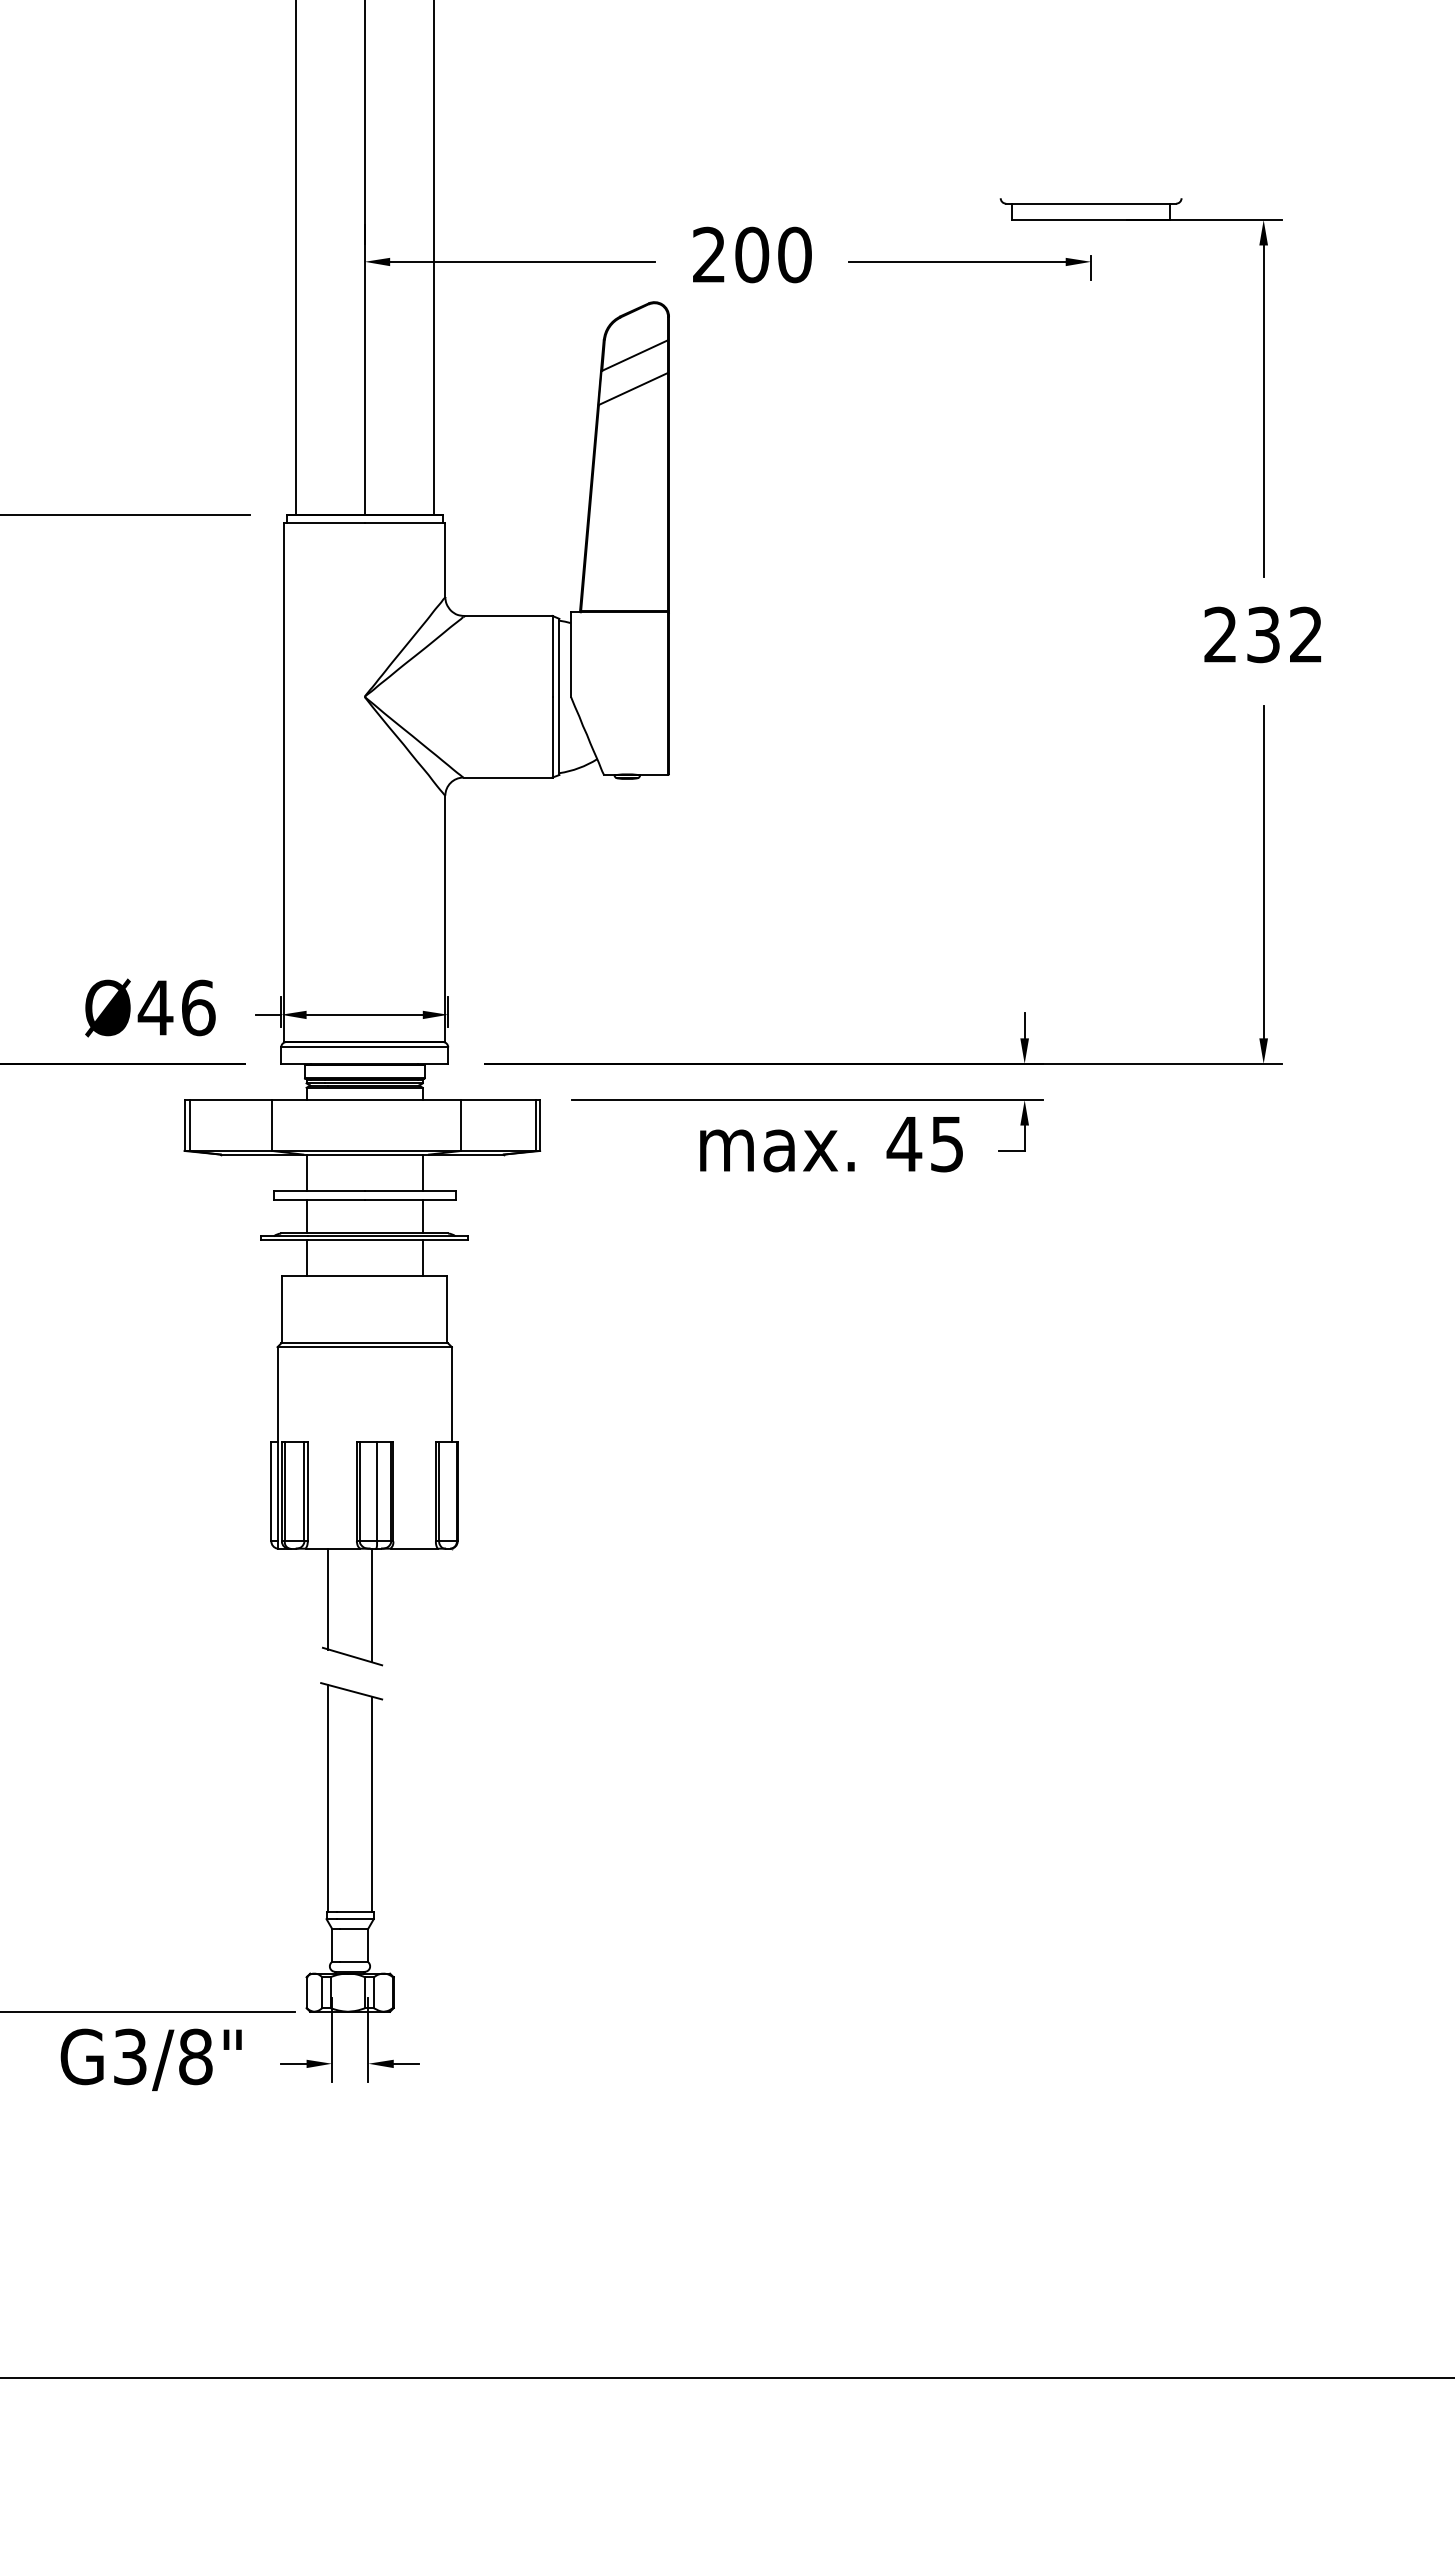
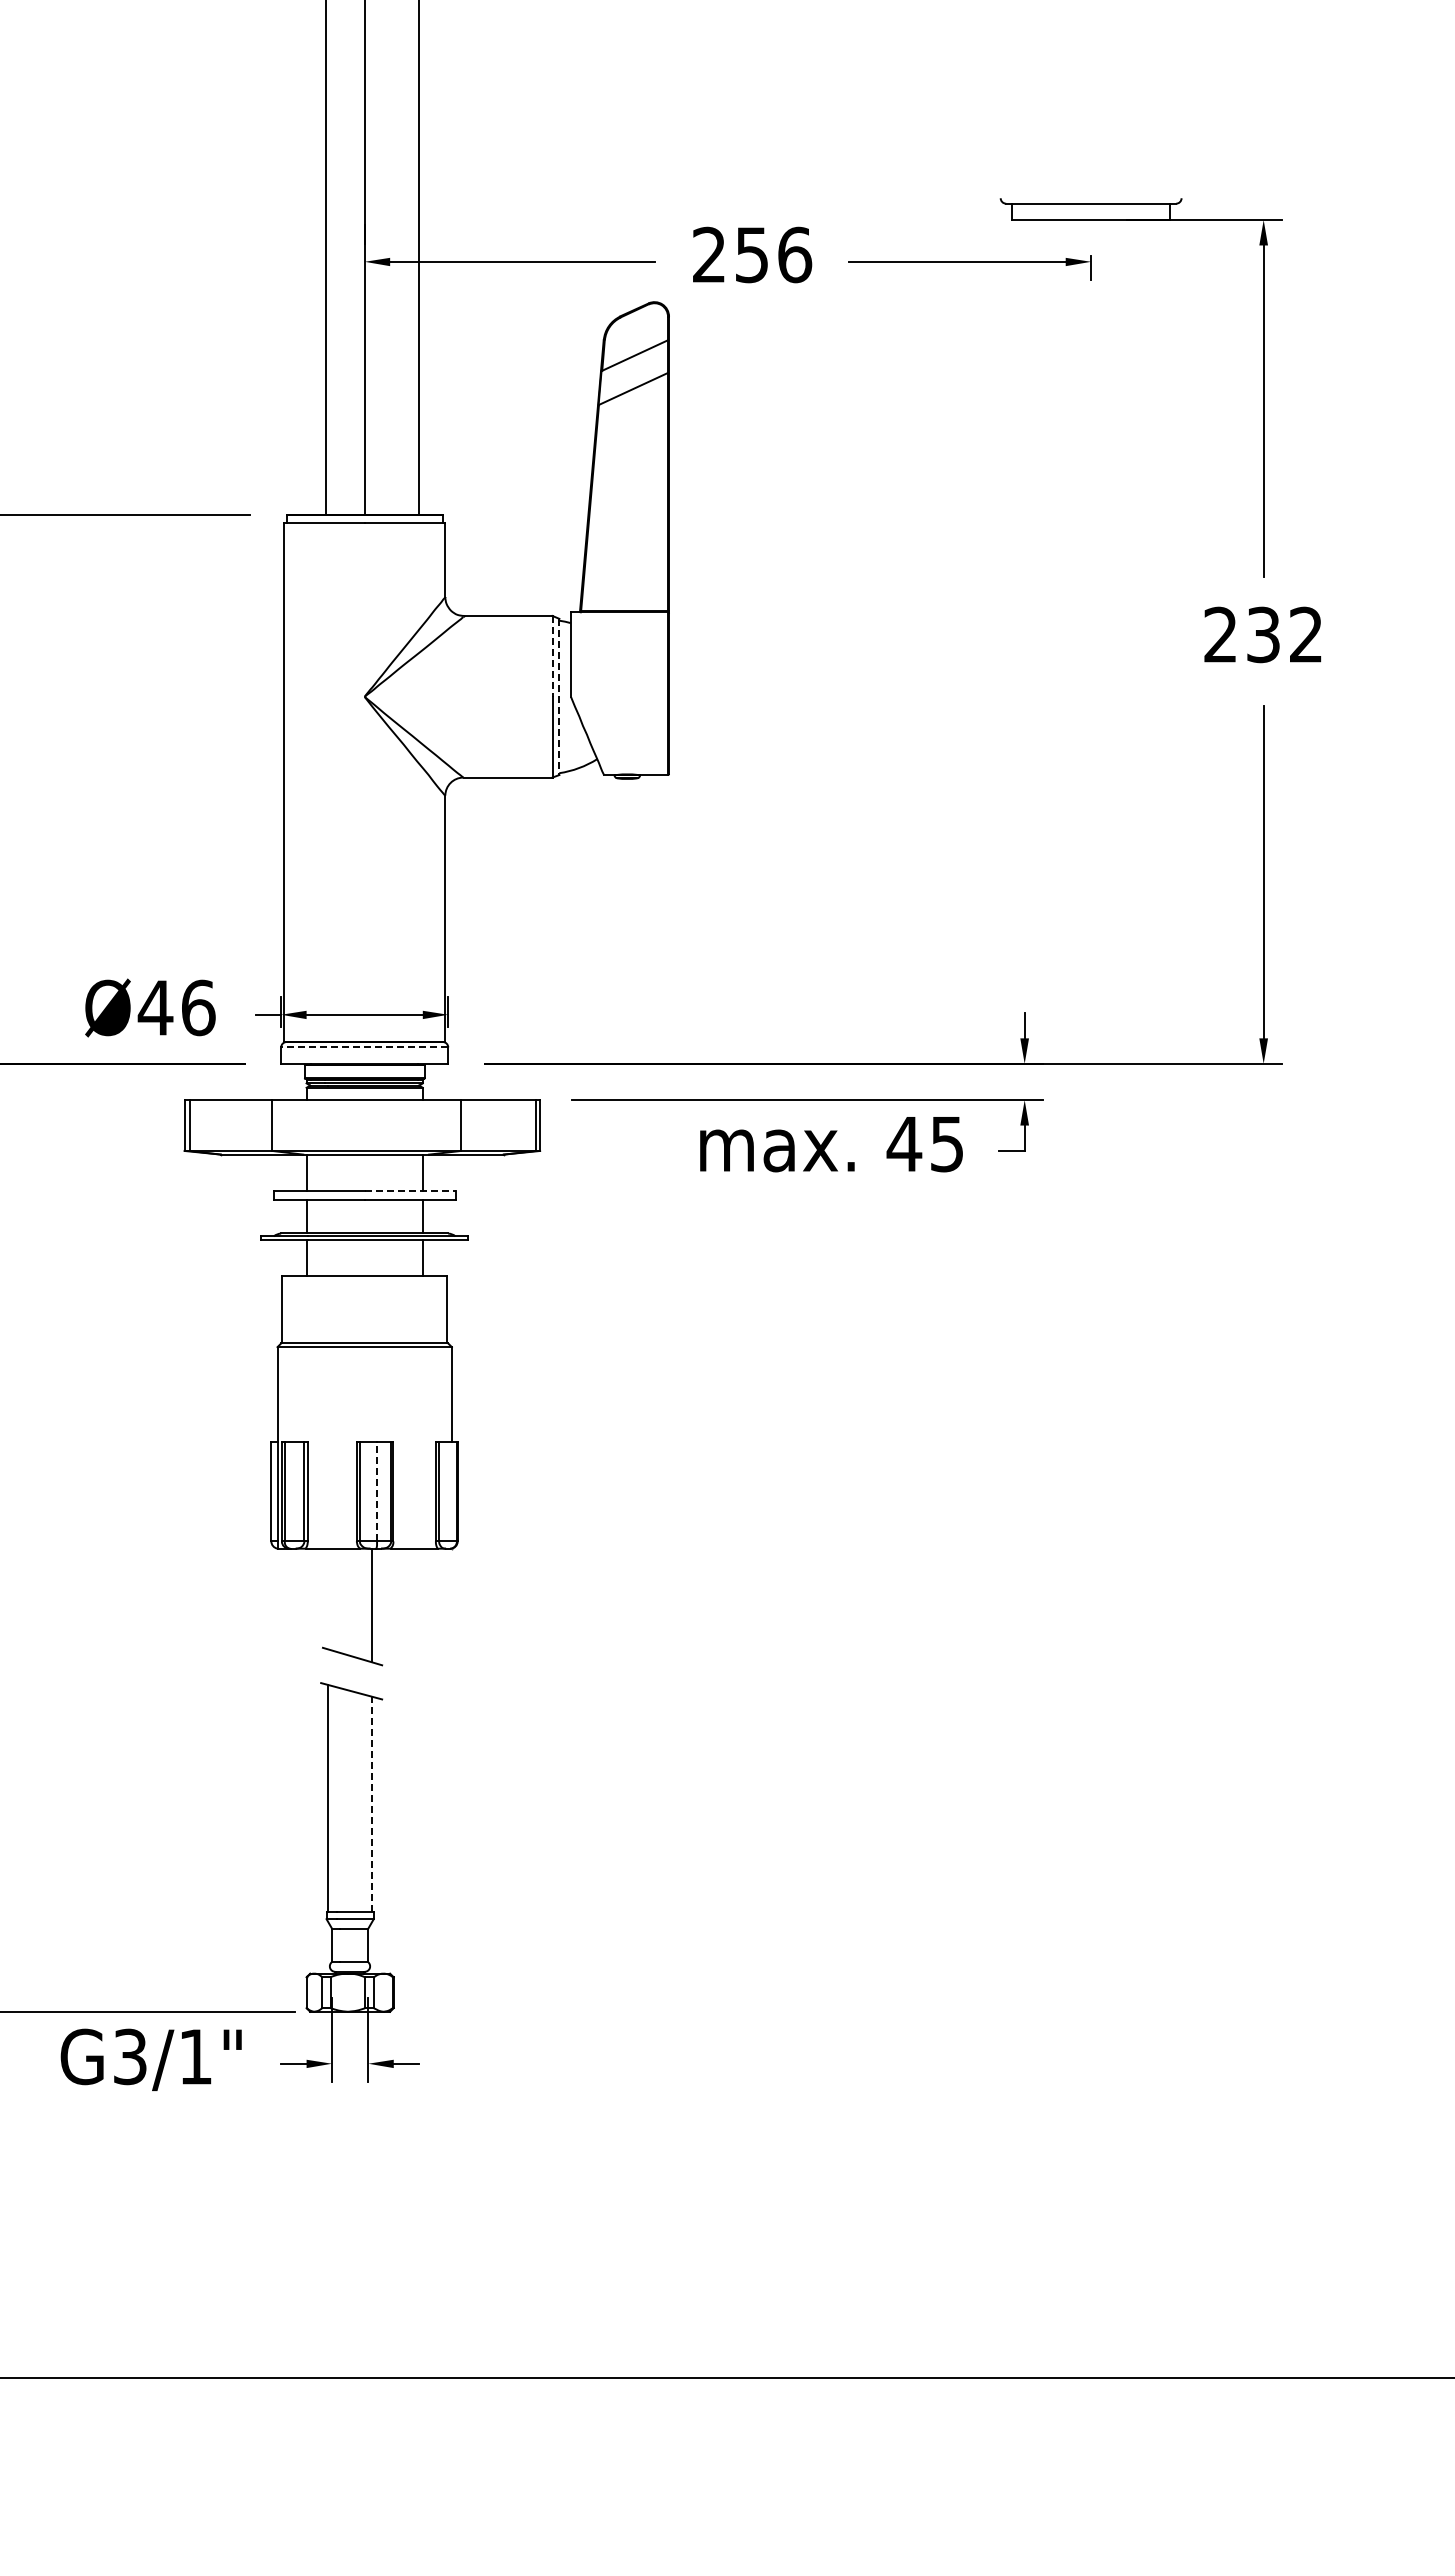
text at (773, 254): 200 -> 256
line at (295, 258) position: (295, 258) -> (325, 258)
line at (433, 258) position: (433, 258) -> (418, 258)
line at (552, 656): solid -> dashed
line at (559, 697): solid -> dashed
line at (364, 1047): solid -> dashed
line at (410, 1190): solid -> dashed
line at (377, 1491): solid -> dashed
line at (328, 1598): present -> none
line at (371, 1804): solid -> dashed
text at (195, 2056): G3/8" -> G3/1"
